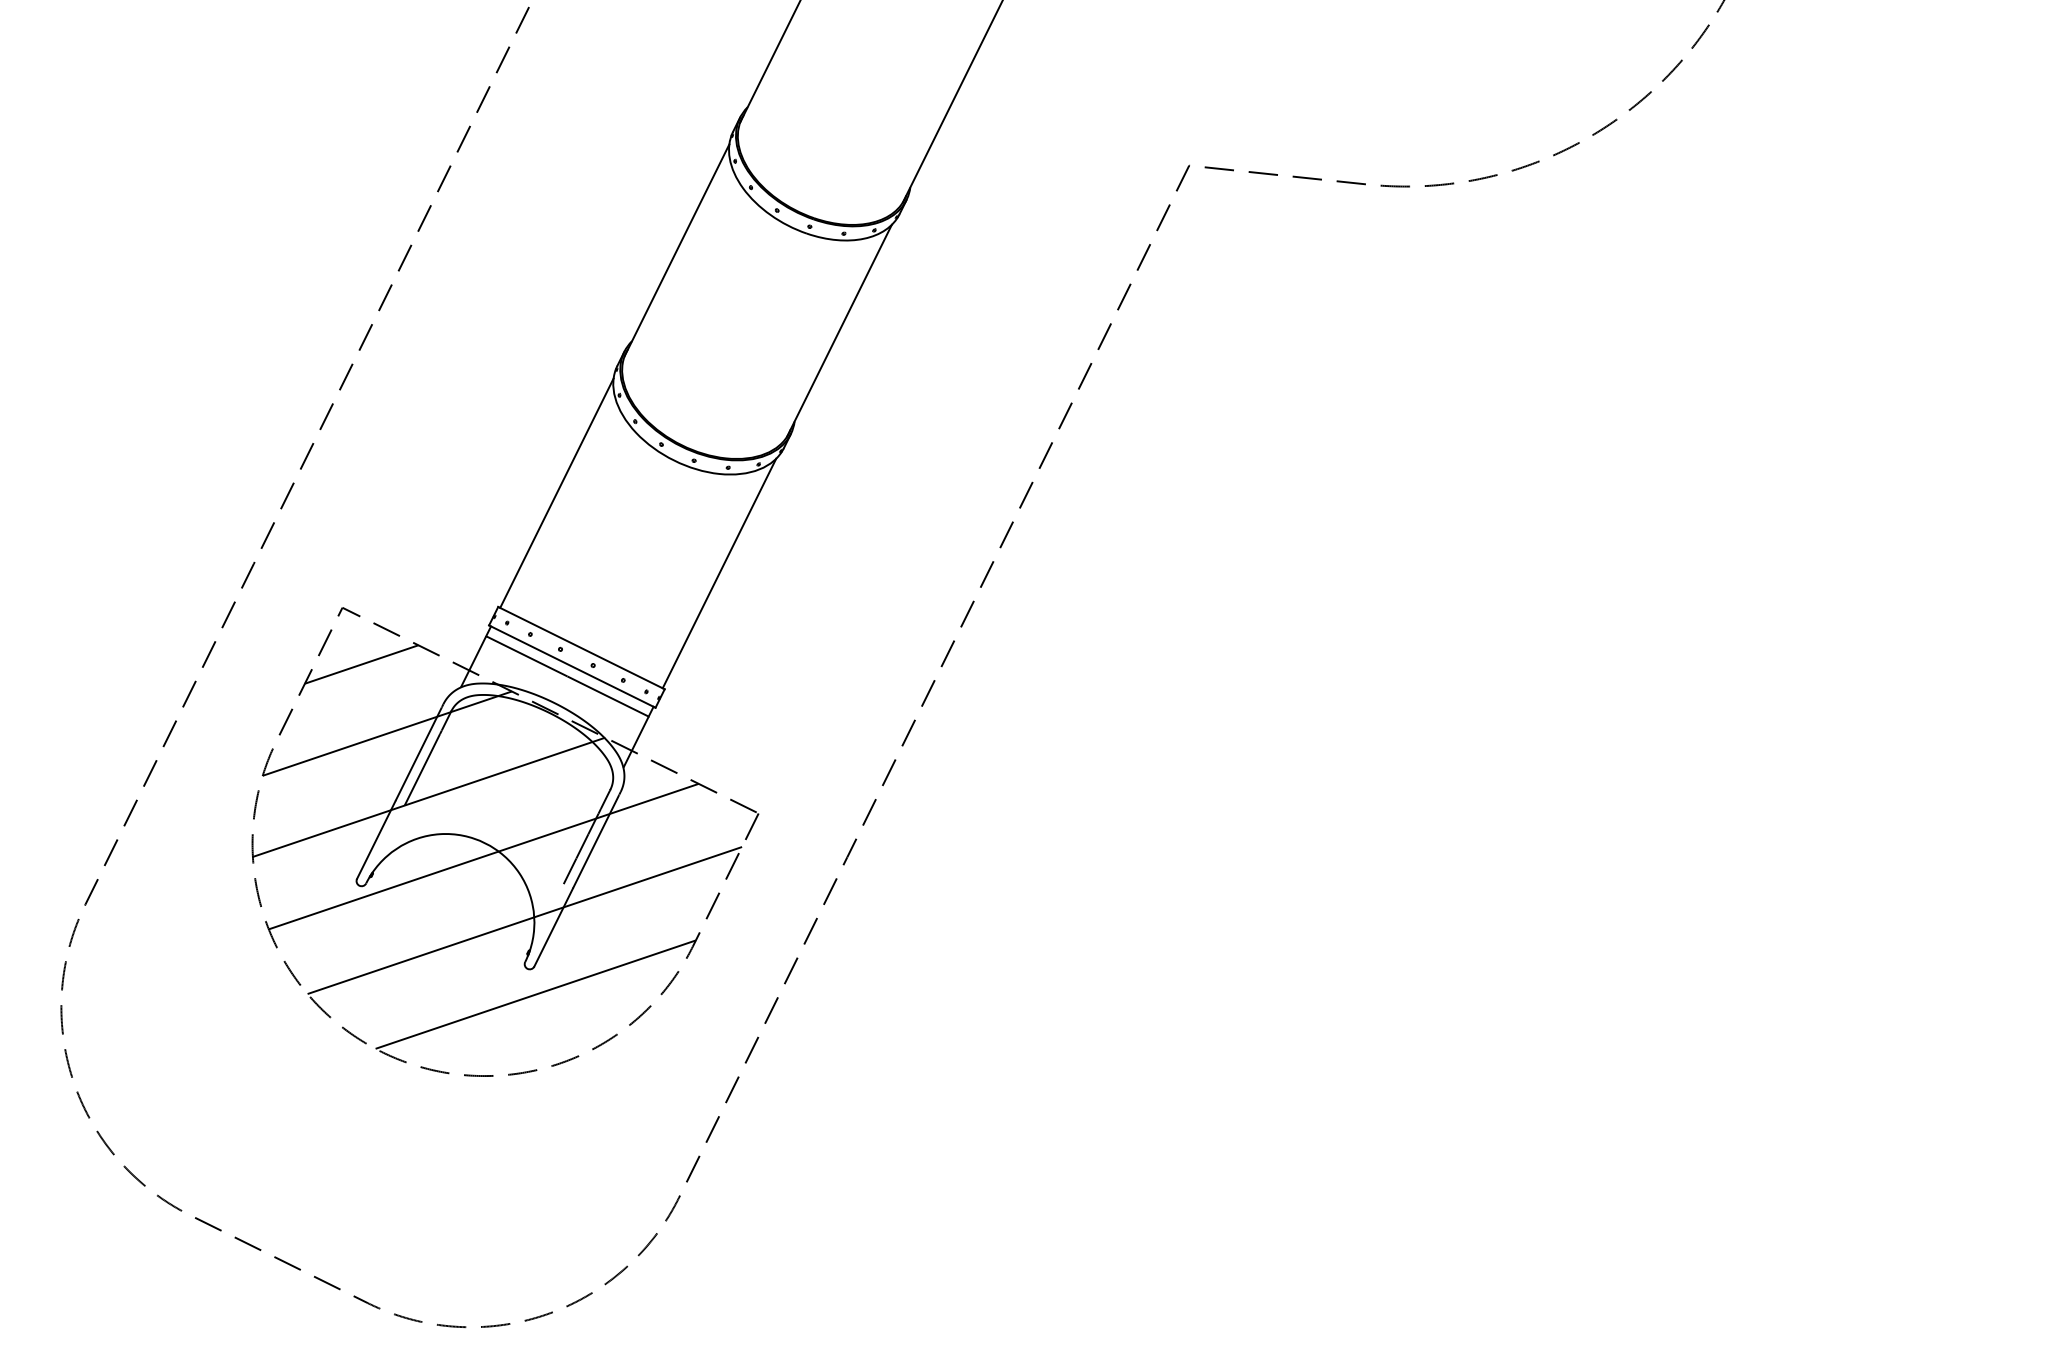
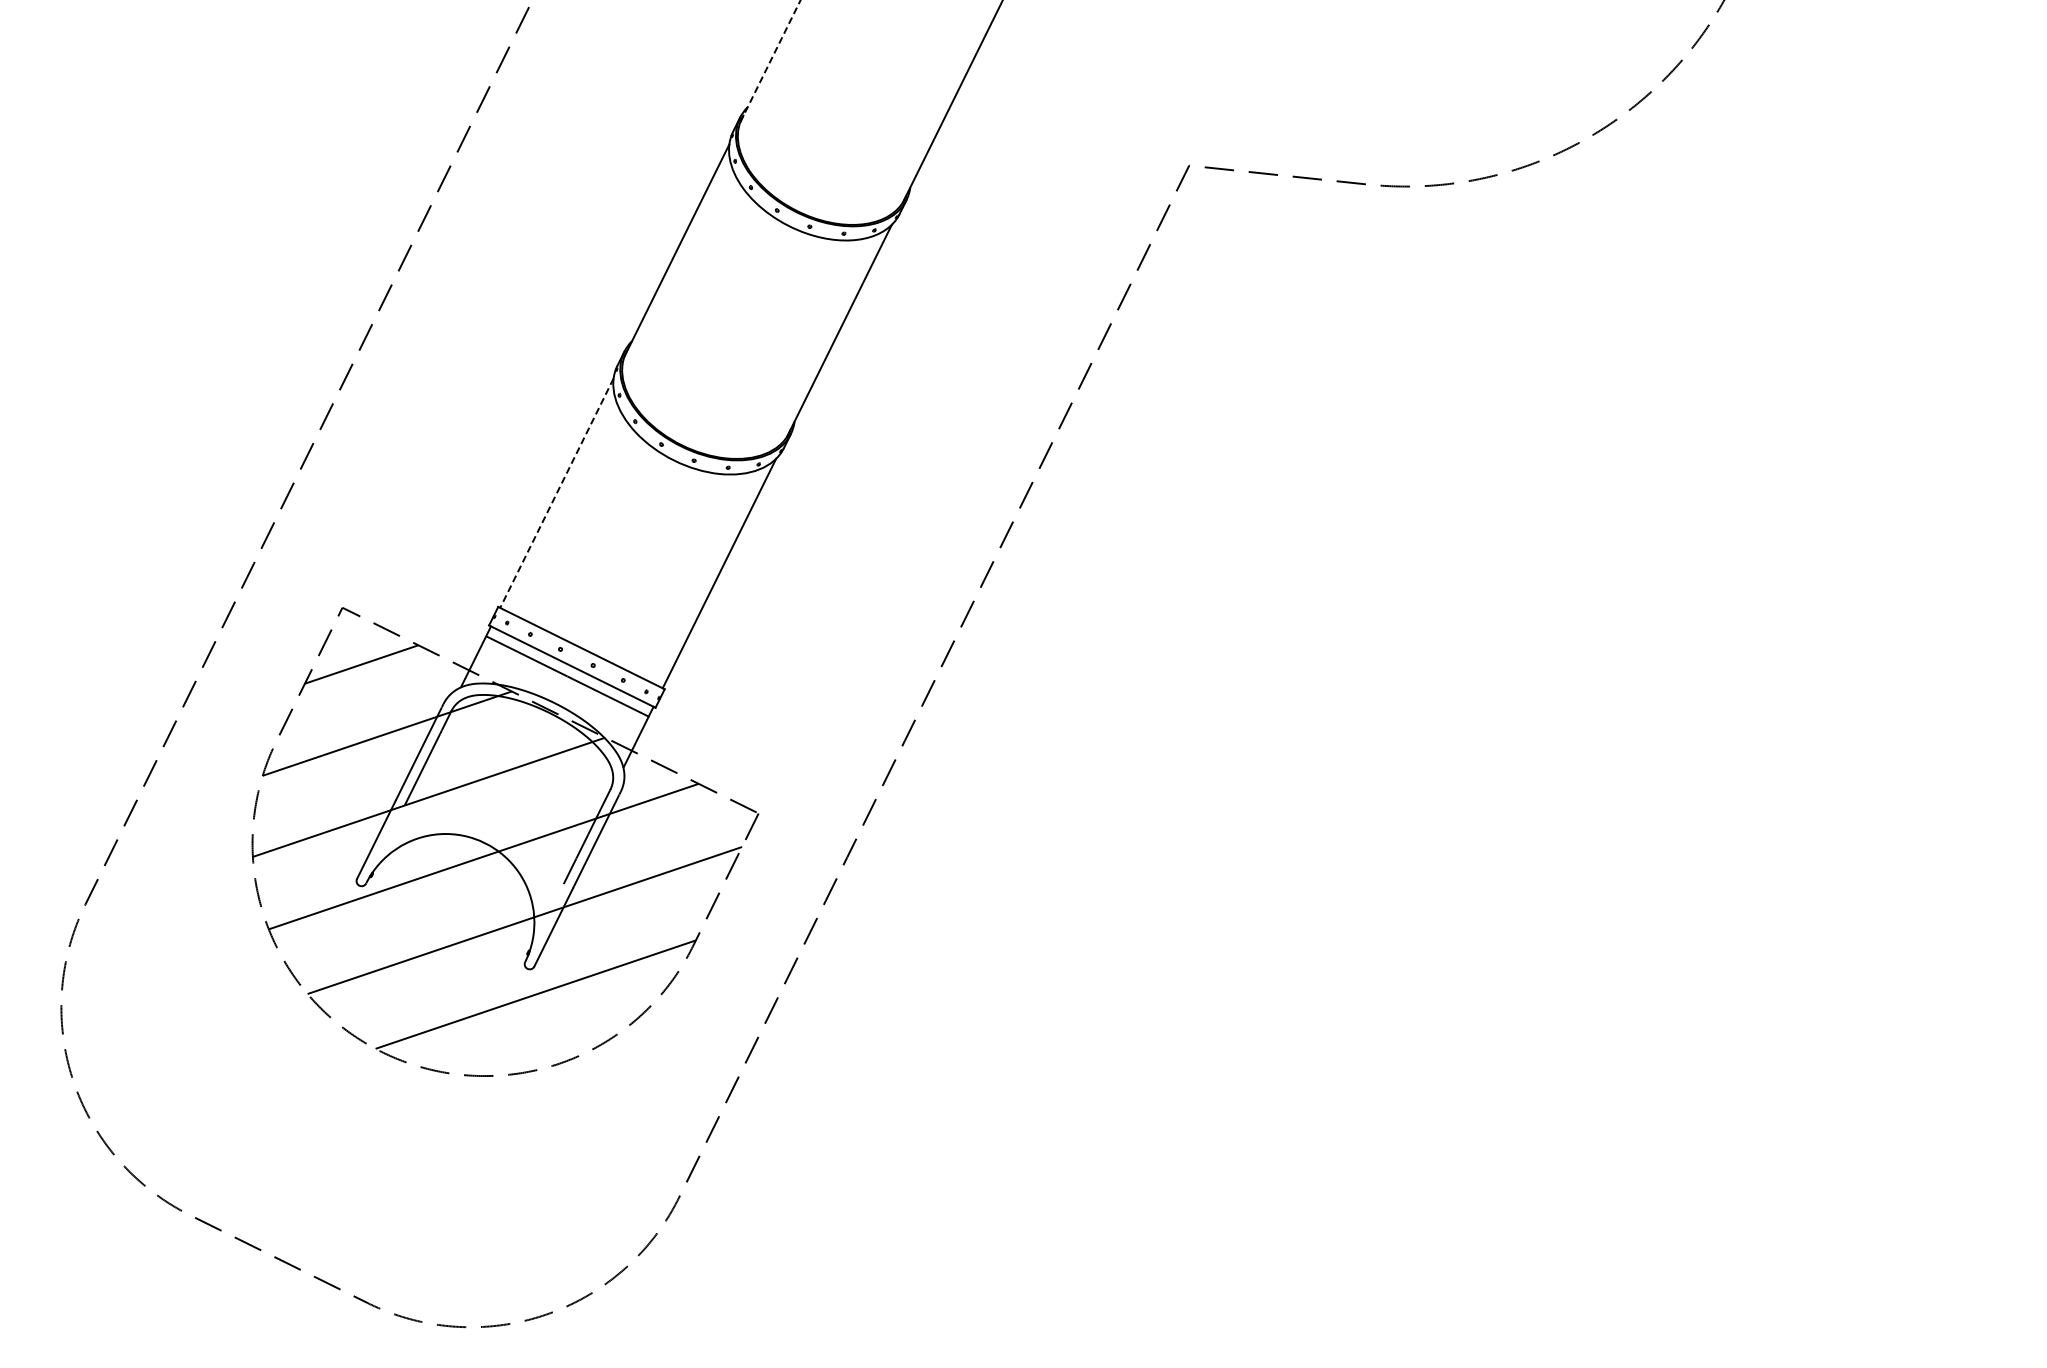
line at (770, 61): solid -> dashed
line at (556, 493): solid -> dashed
